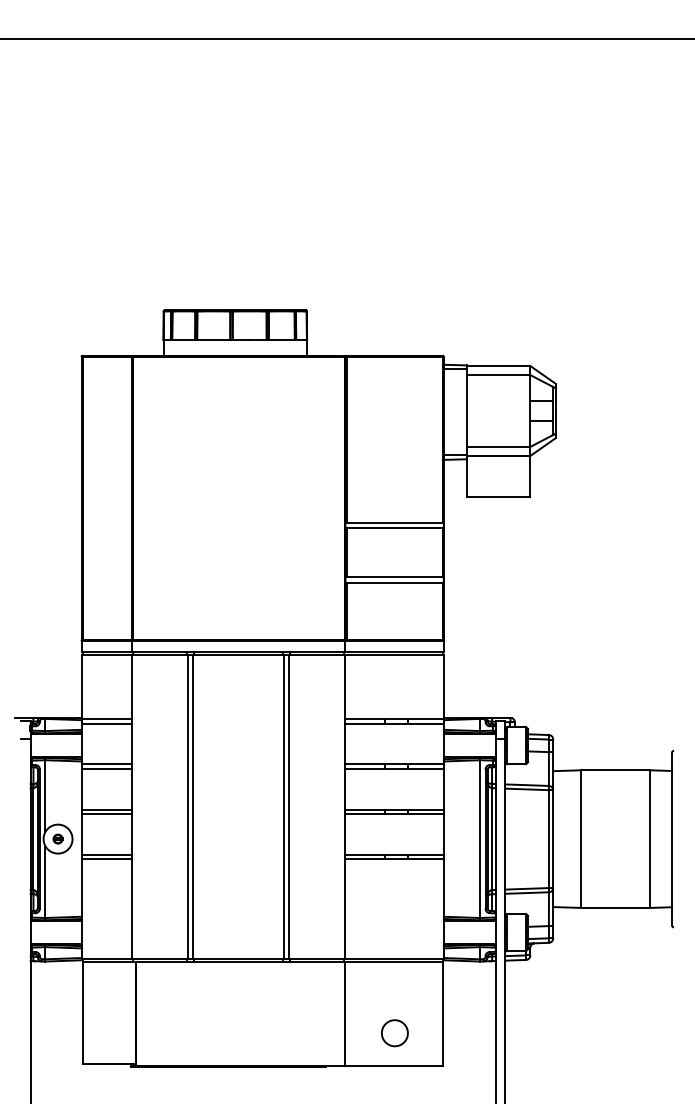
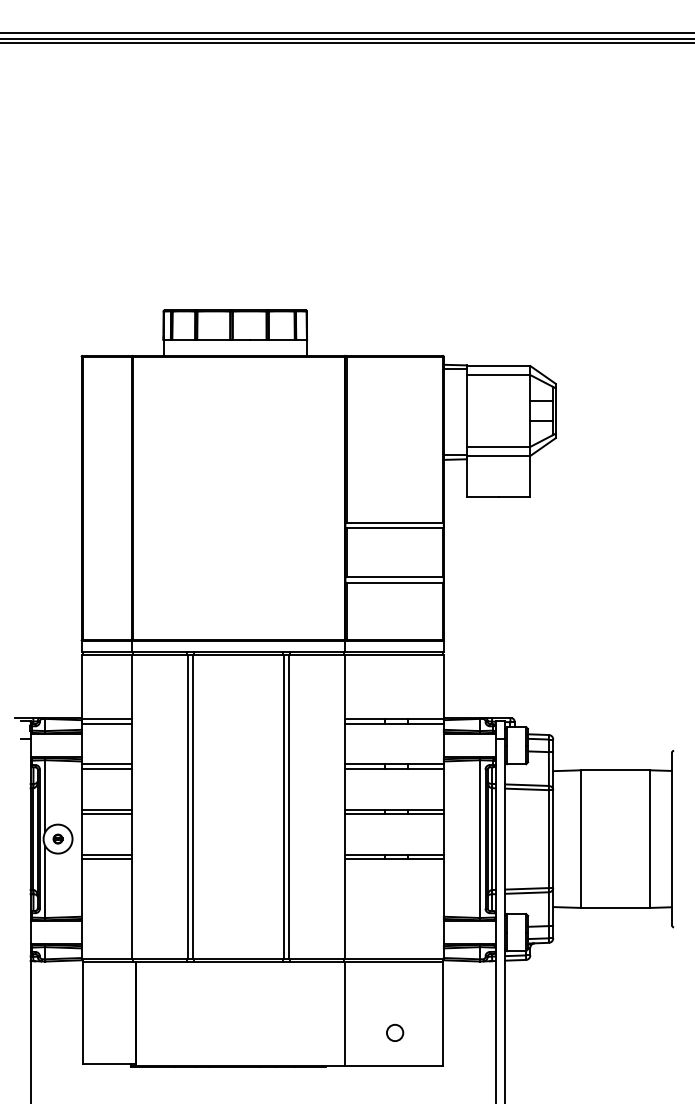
line at (346, 33): none -> present
line at (346, 42): none -> present
circle at (394, 1033) size: 28x29 px -> 19x19 px
